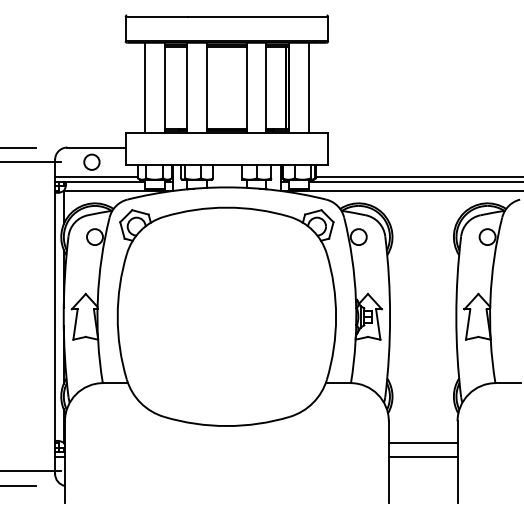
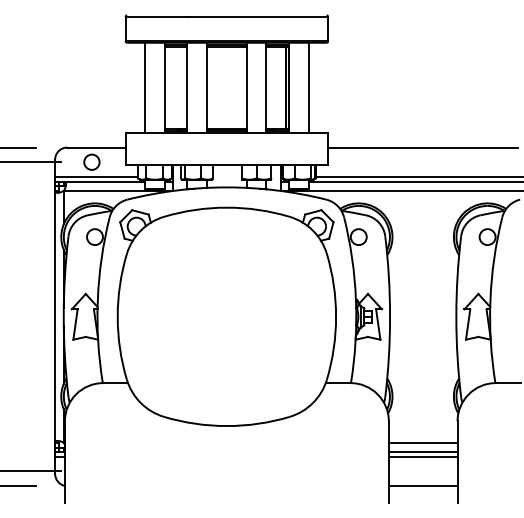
line at (423, 147): none -> present
line at (422, 451): none -> present
line at (422, 486): none -> present
